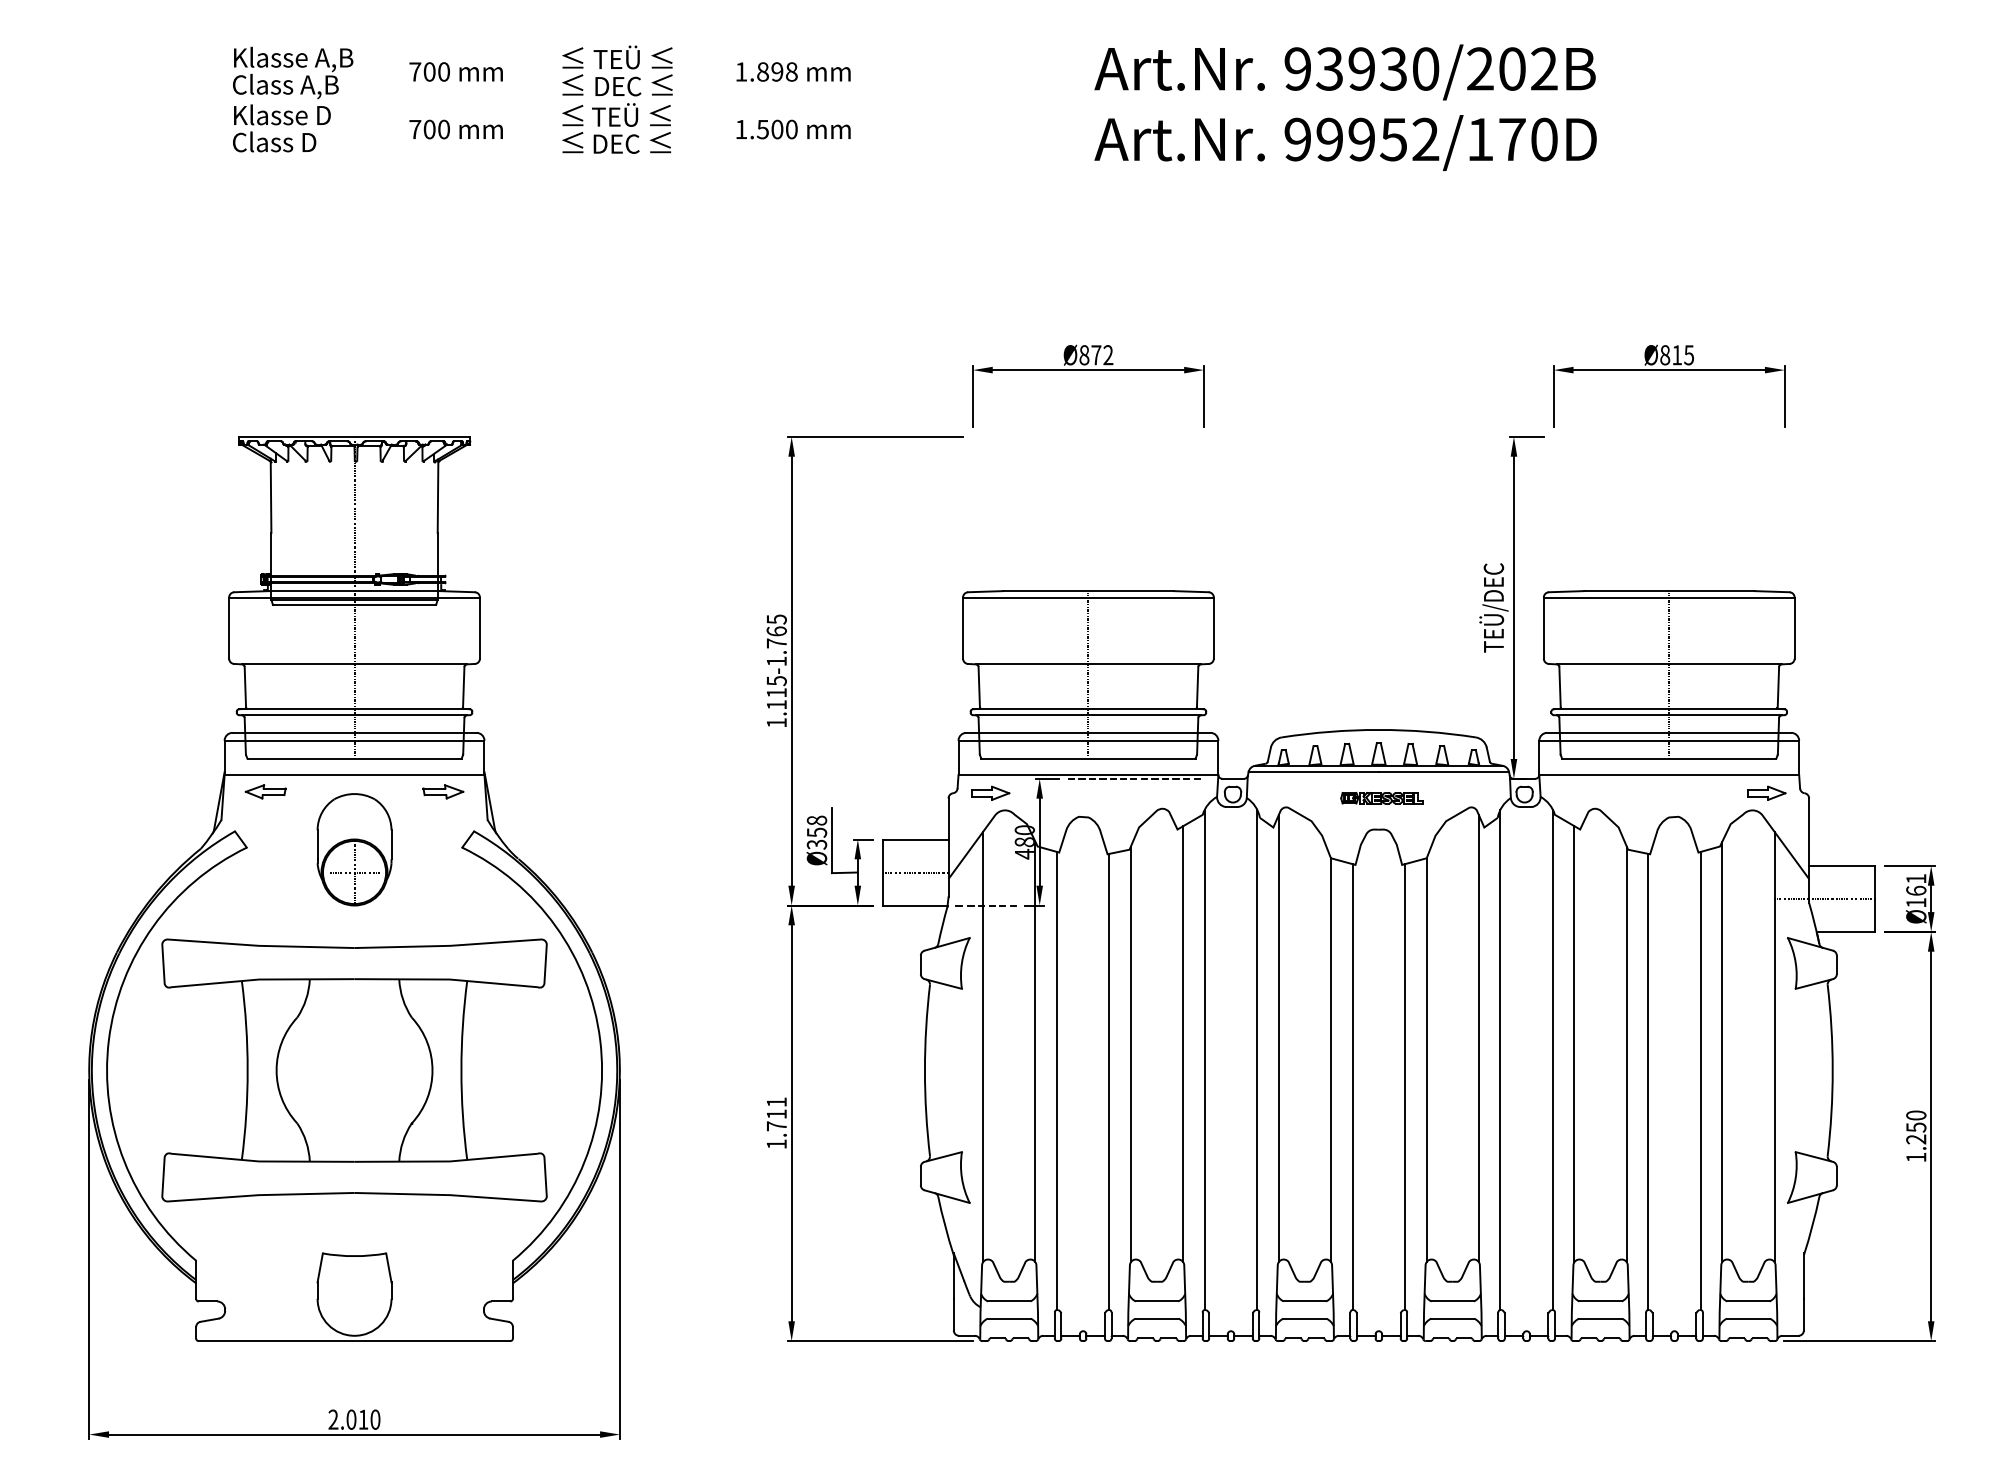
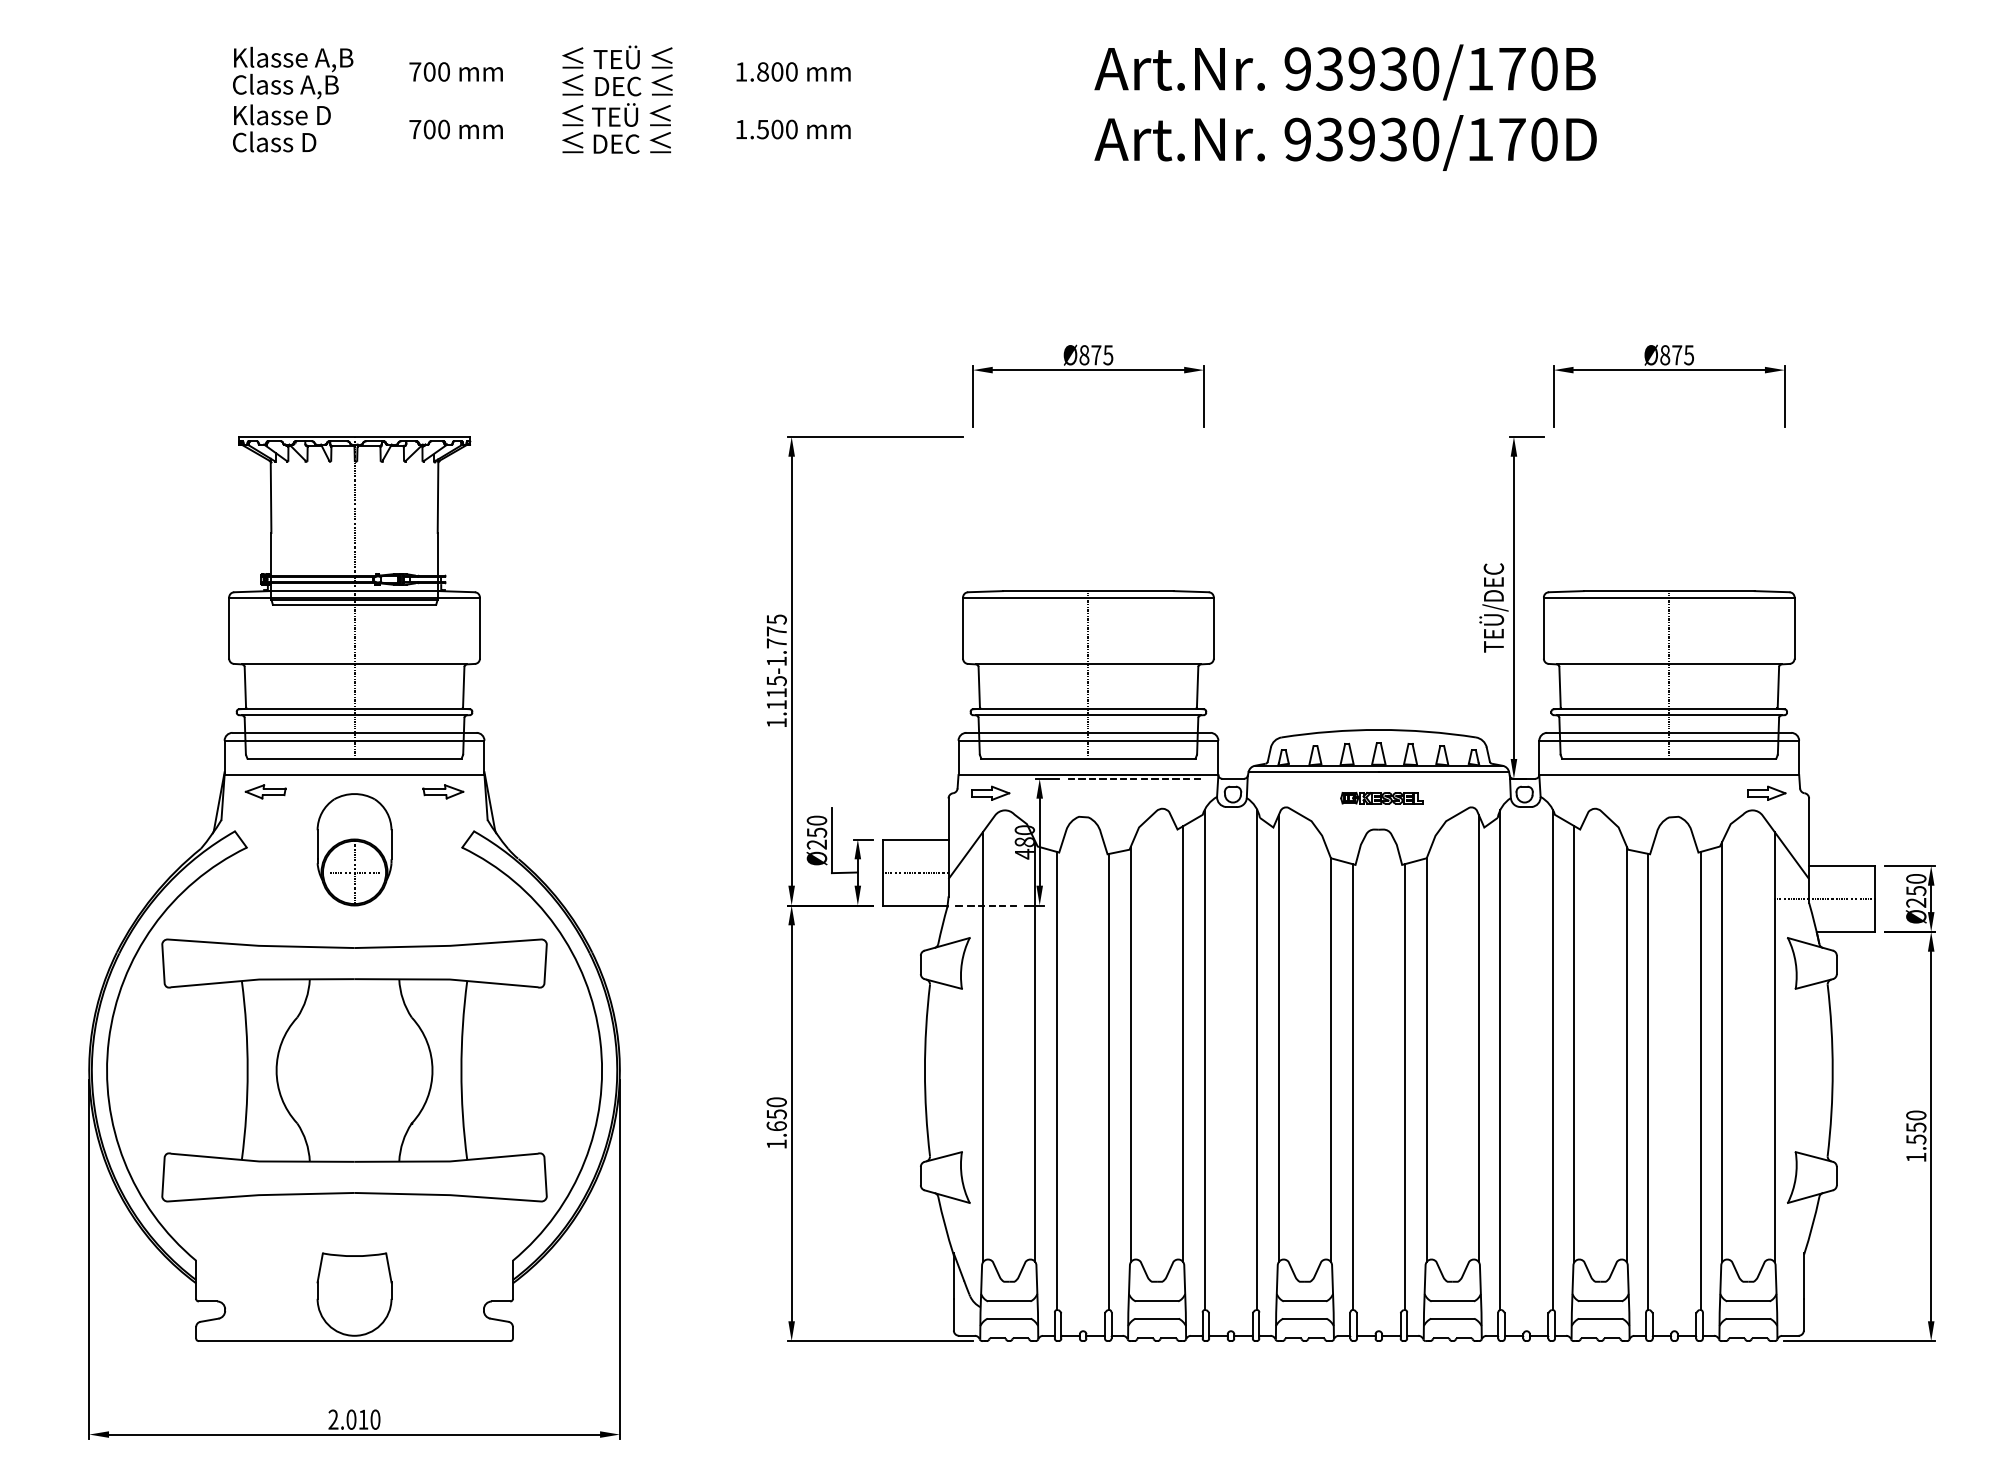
text at (1512, 68): 93930/202B -> 93930/170B
text at (784, 71): 1.898 -> 1.800
text at (1377, 139): 99952/170D -> 93930/170D
text at (1108, 355): Ø872 -> Ø875
text at (1677, 355): Ø815 -> Ø875
text at (776, 631): 1.115-1.765 -> 1.115-1.775
text at (817, 832): Ø358 -> Ø250
text at (1916, 890): Ø161 -> Ø250
text at (776, 1114): 1.711 -> 1.650
text at (1916, 1139): 1.250 -> 1.550
